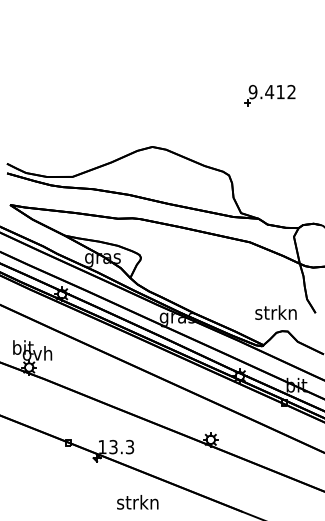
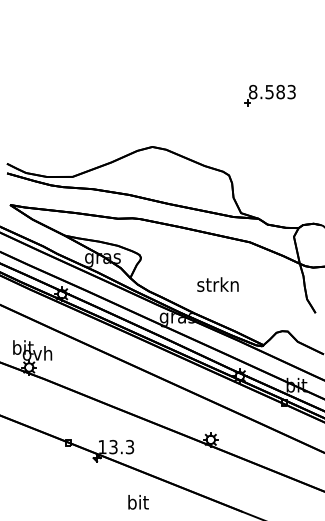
text at (271, 91): 9.412 -> 8.583
text at (275, 312) position: (275, 312) -> (217, 284)
text at (137, 502): strkn -> bit
